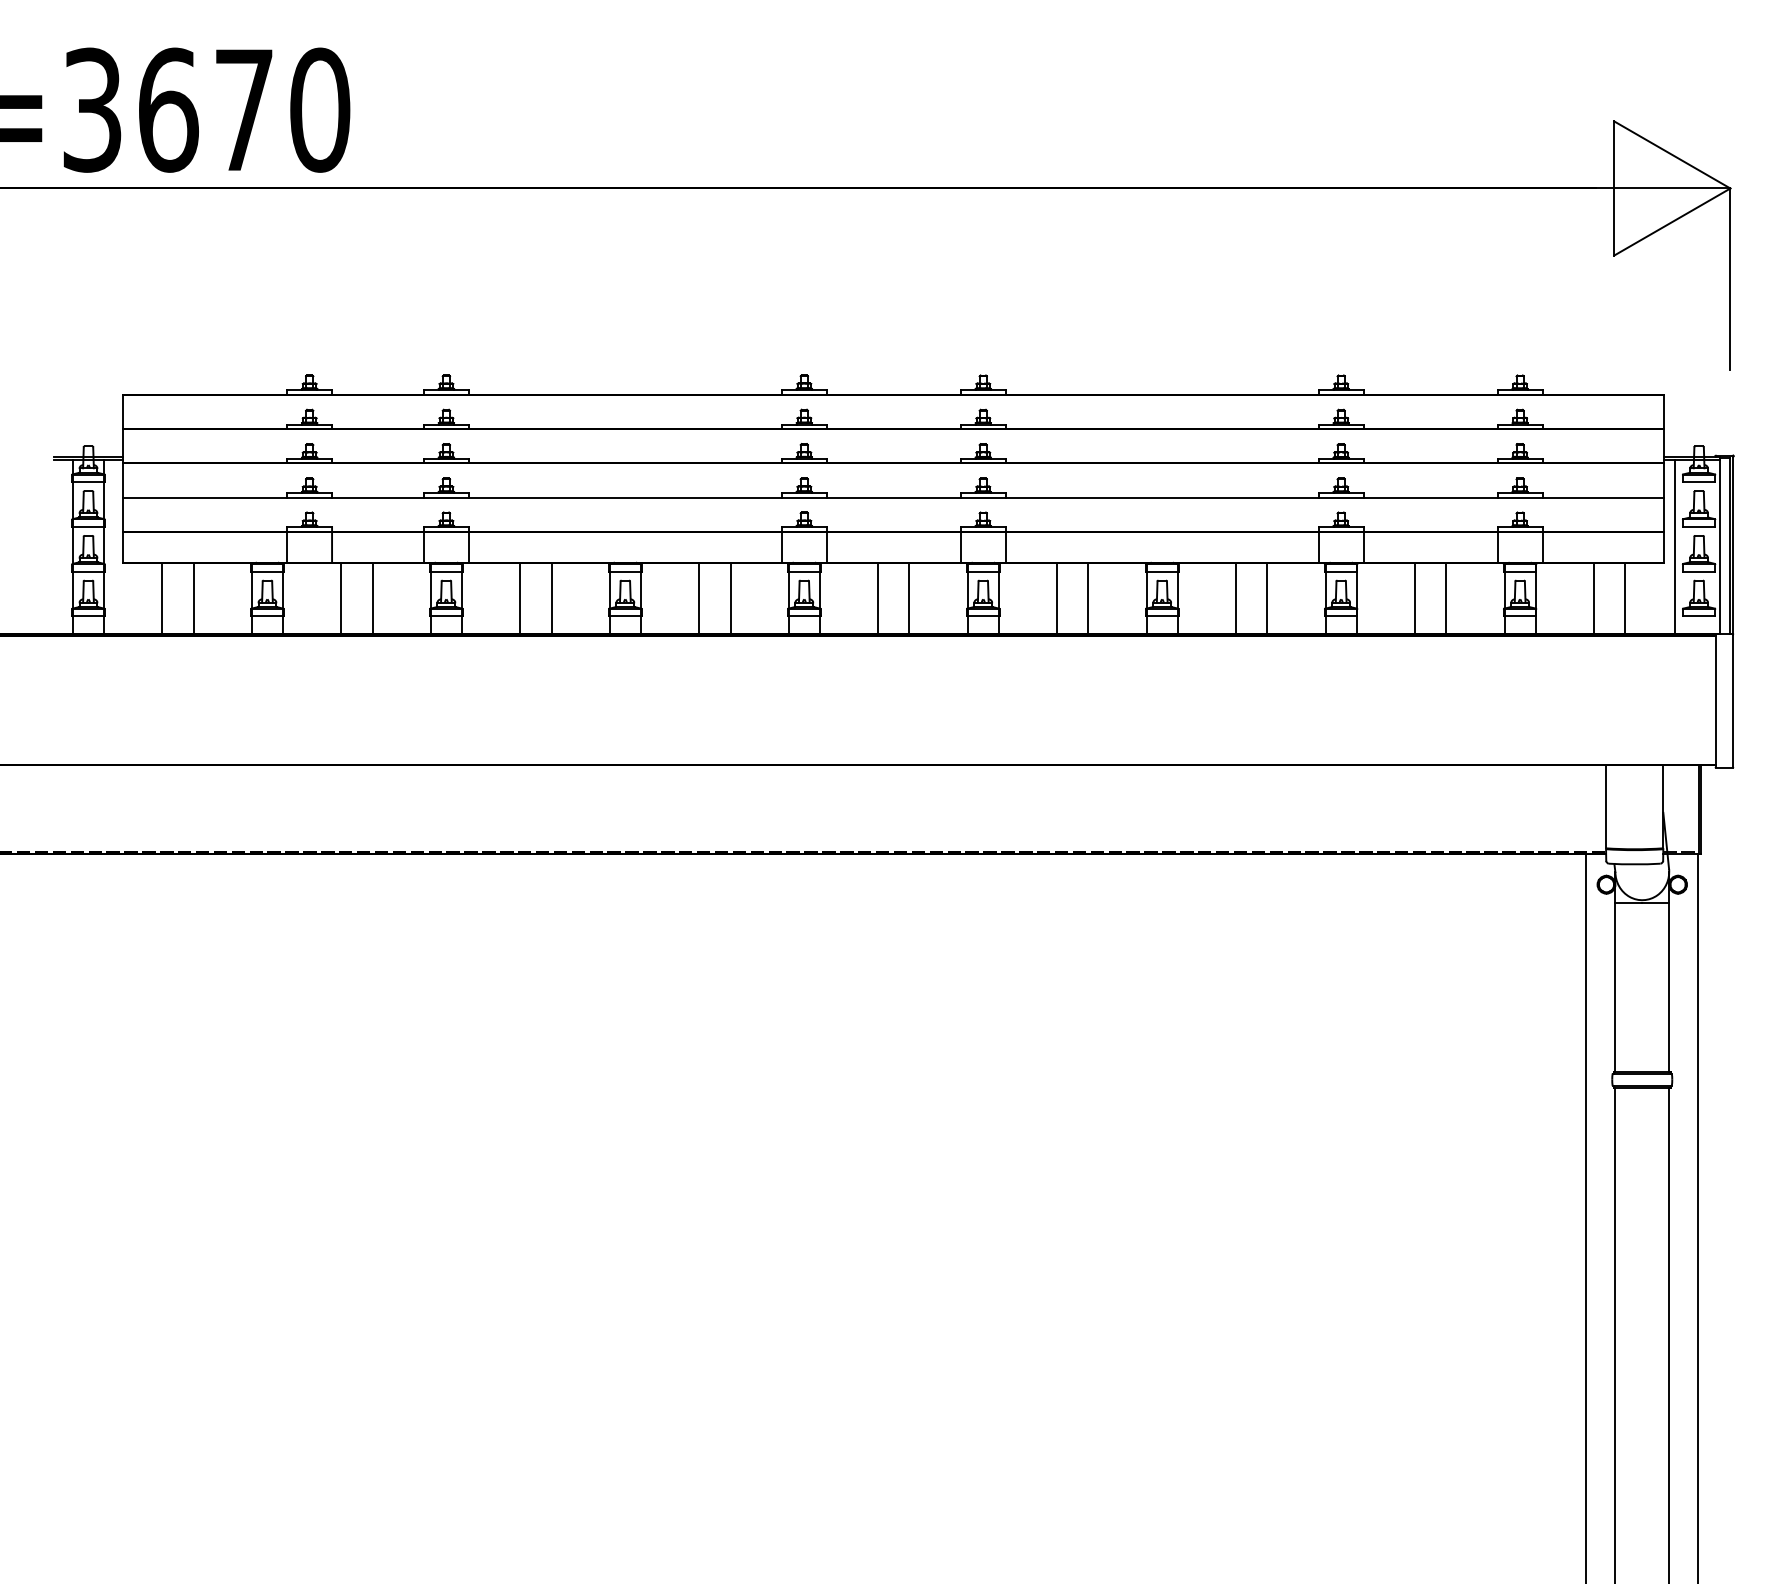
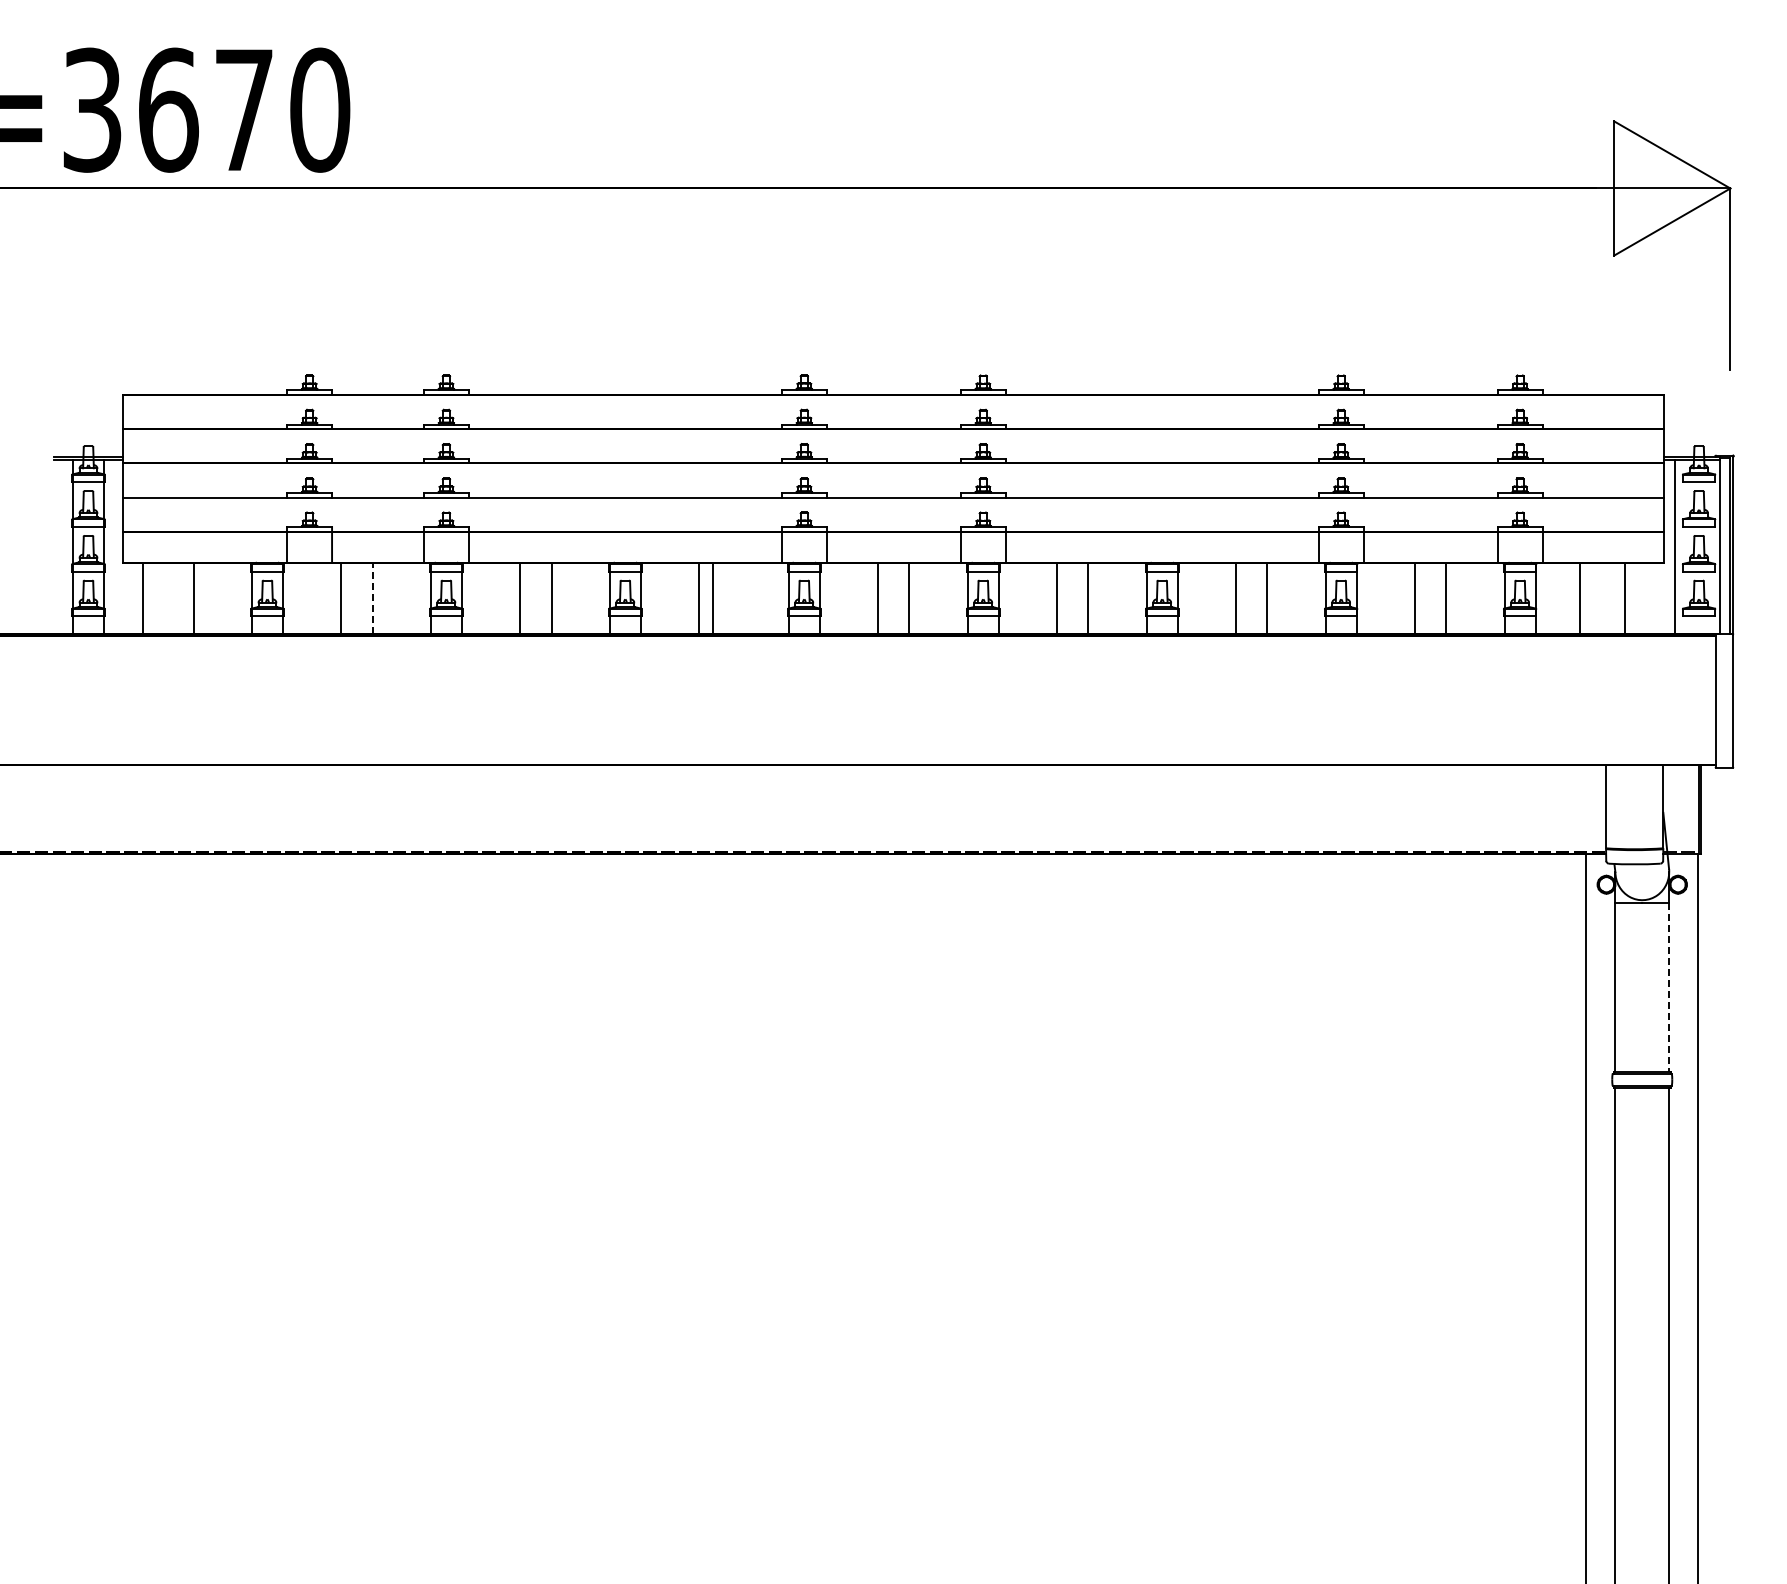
line at (162, 598) position: (162, 598) -> (143, 598)
line at (372, 598): solid -> dashed
line at (730, 598) position: (730, 598) -> (712, 598)
line at (1593, 598) position: (1593, 598) -> (1579, 598)
line at (1669, 987): solid -> dashed
